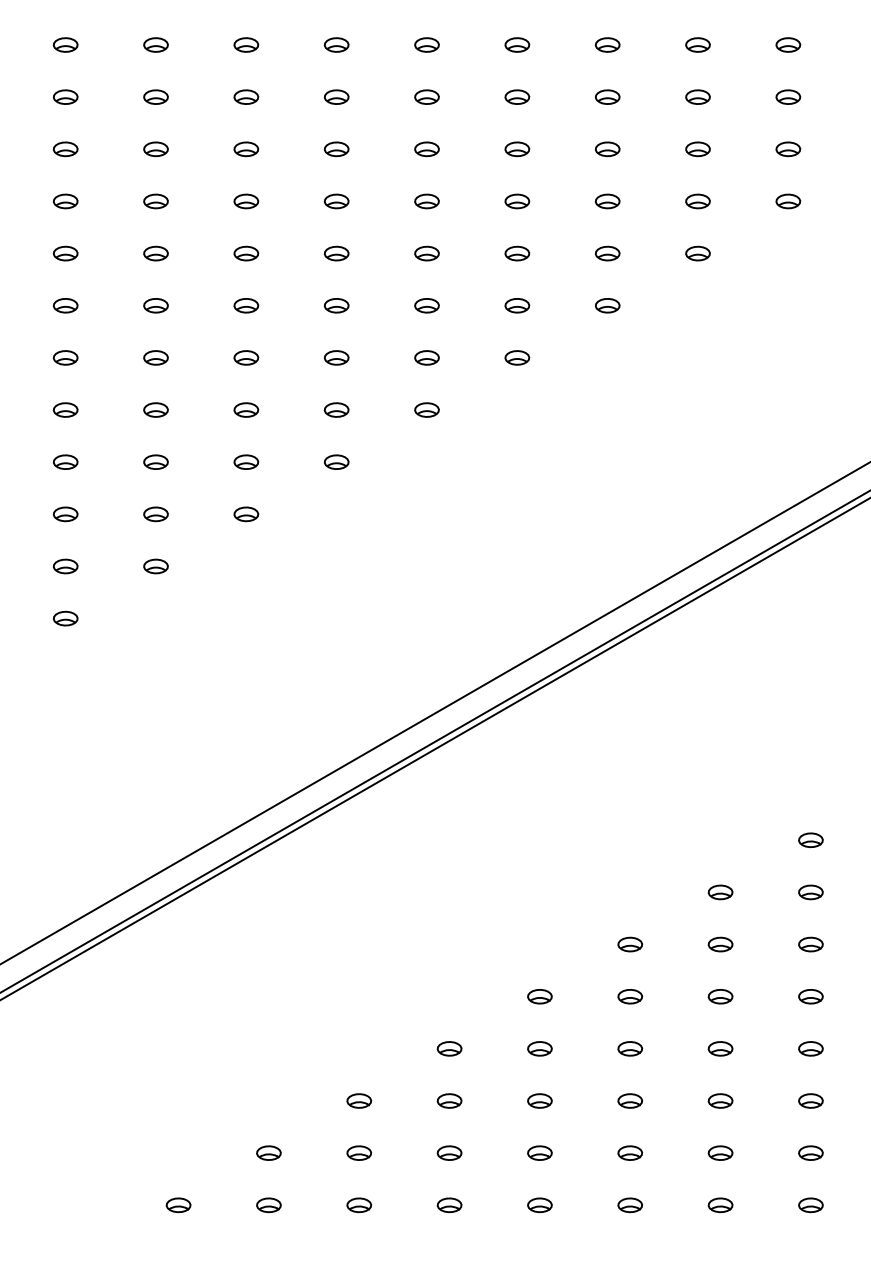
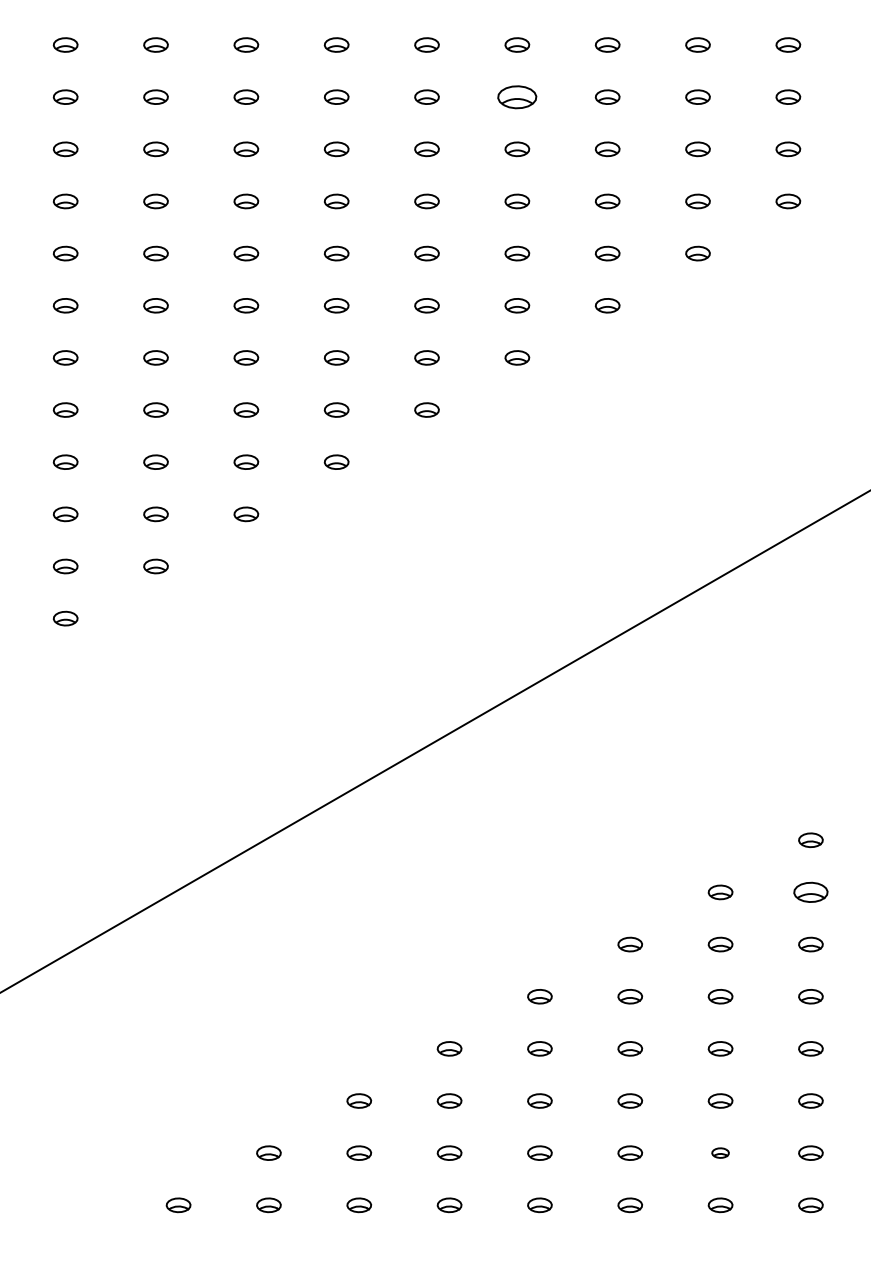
part at (517, 96) size: 27x16 px -> 41x25 px
line at (434, 713): present -> none
line at (434, 748): present -> none
part at (810, 892) size: 26x17 px -> 36x22 px
part at (720, 1152) size: 27x16 px -> 19x12 px
